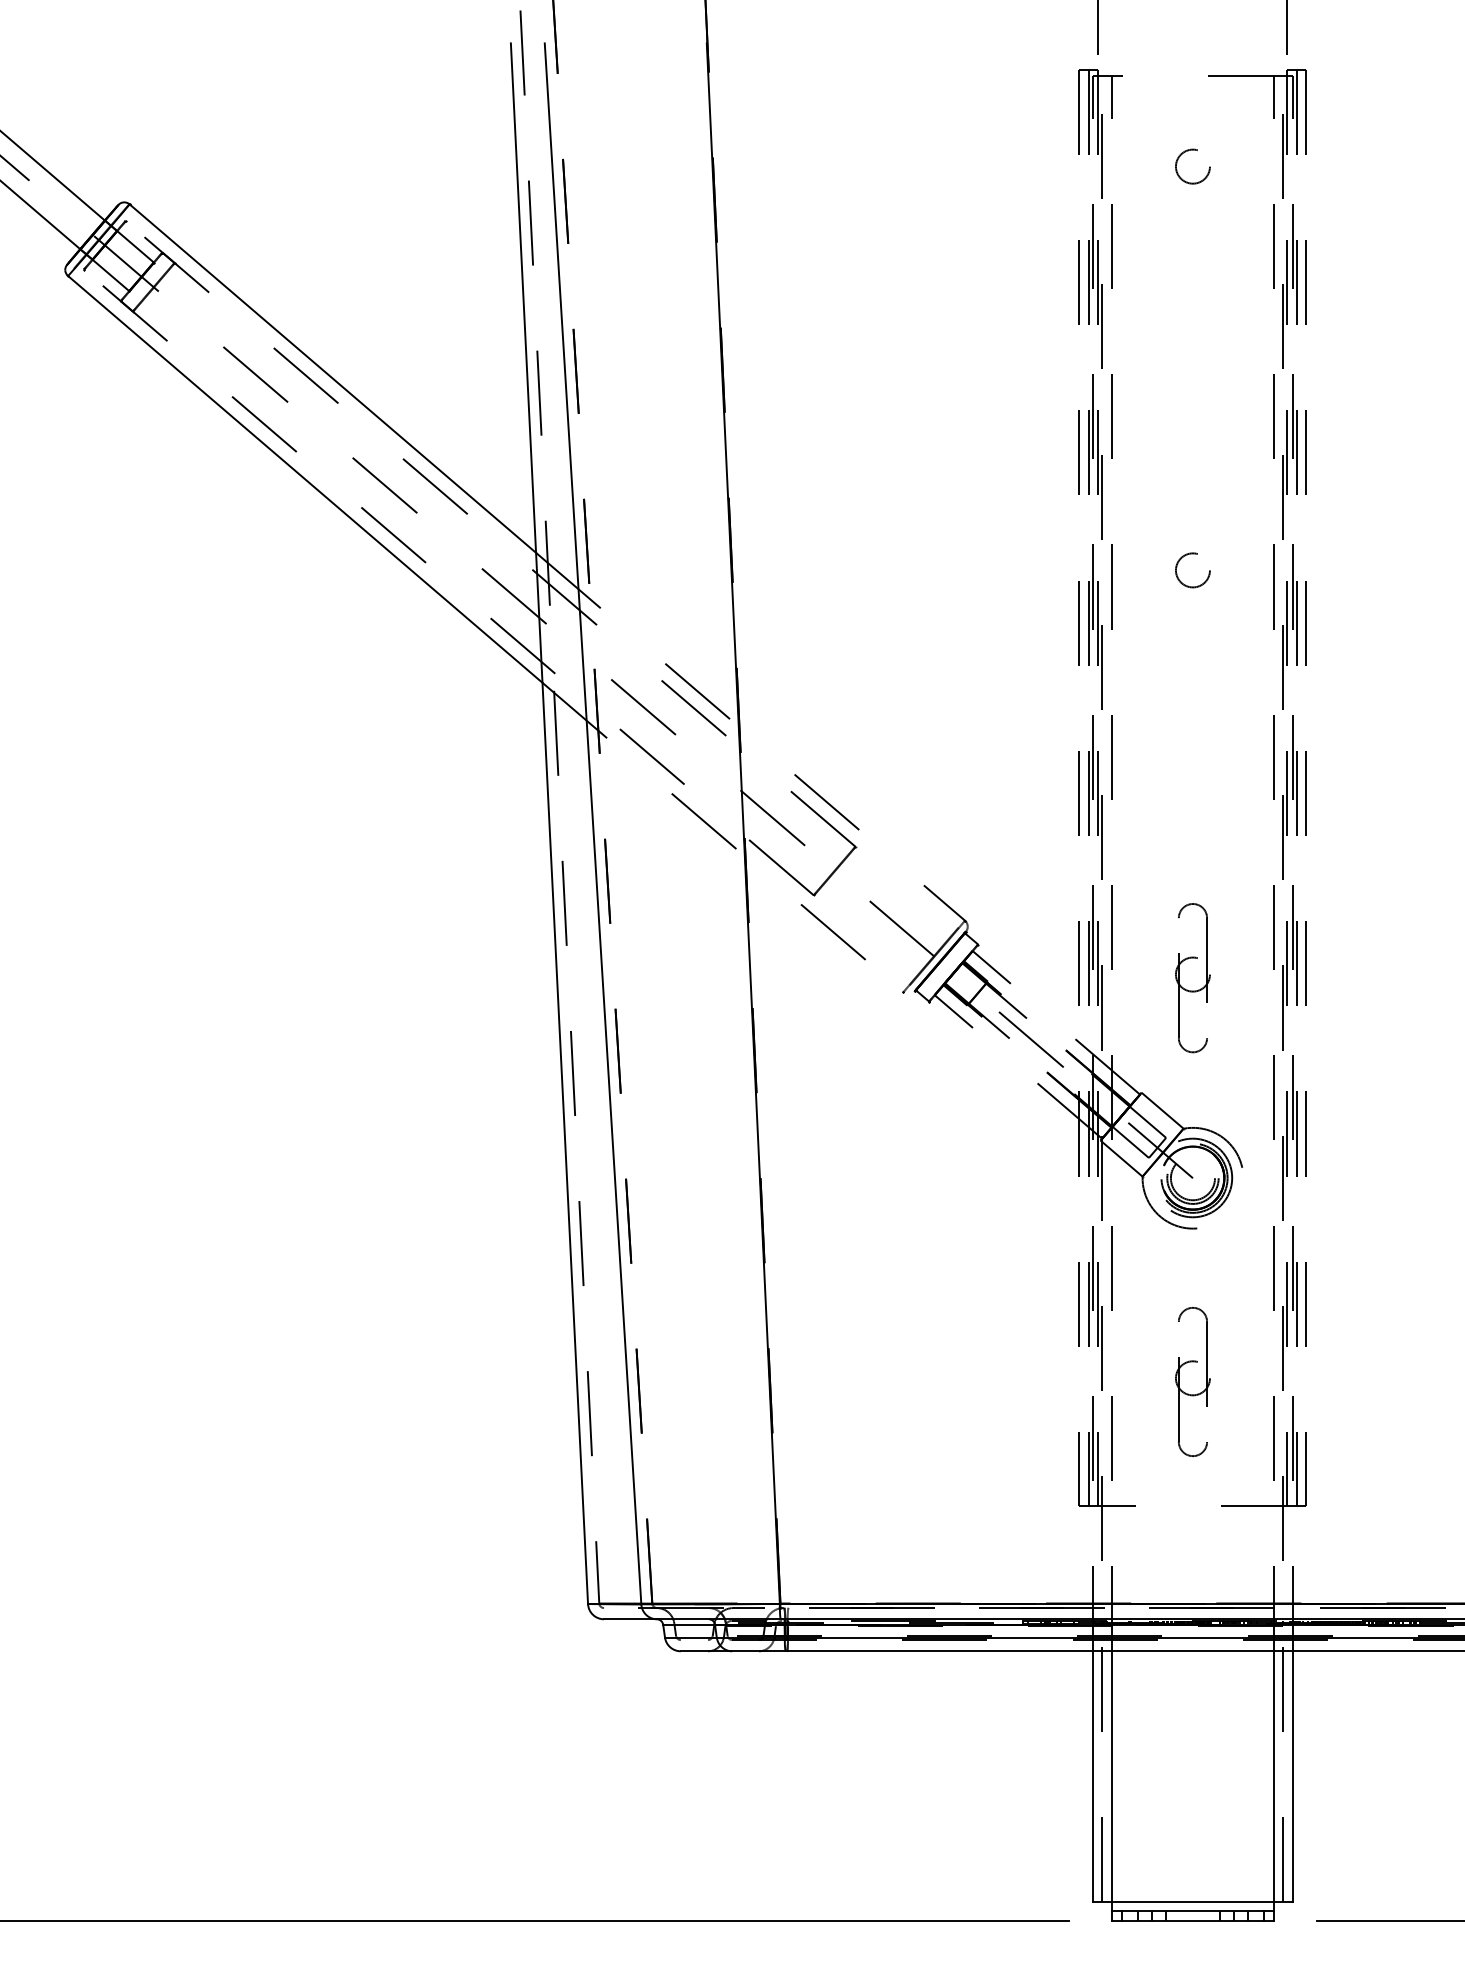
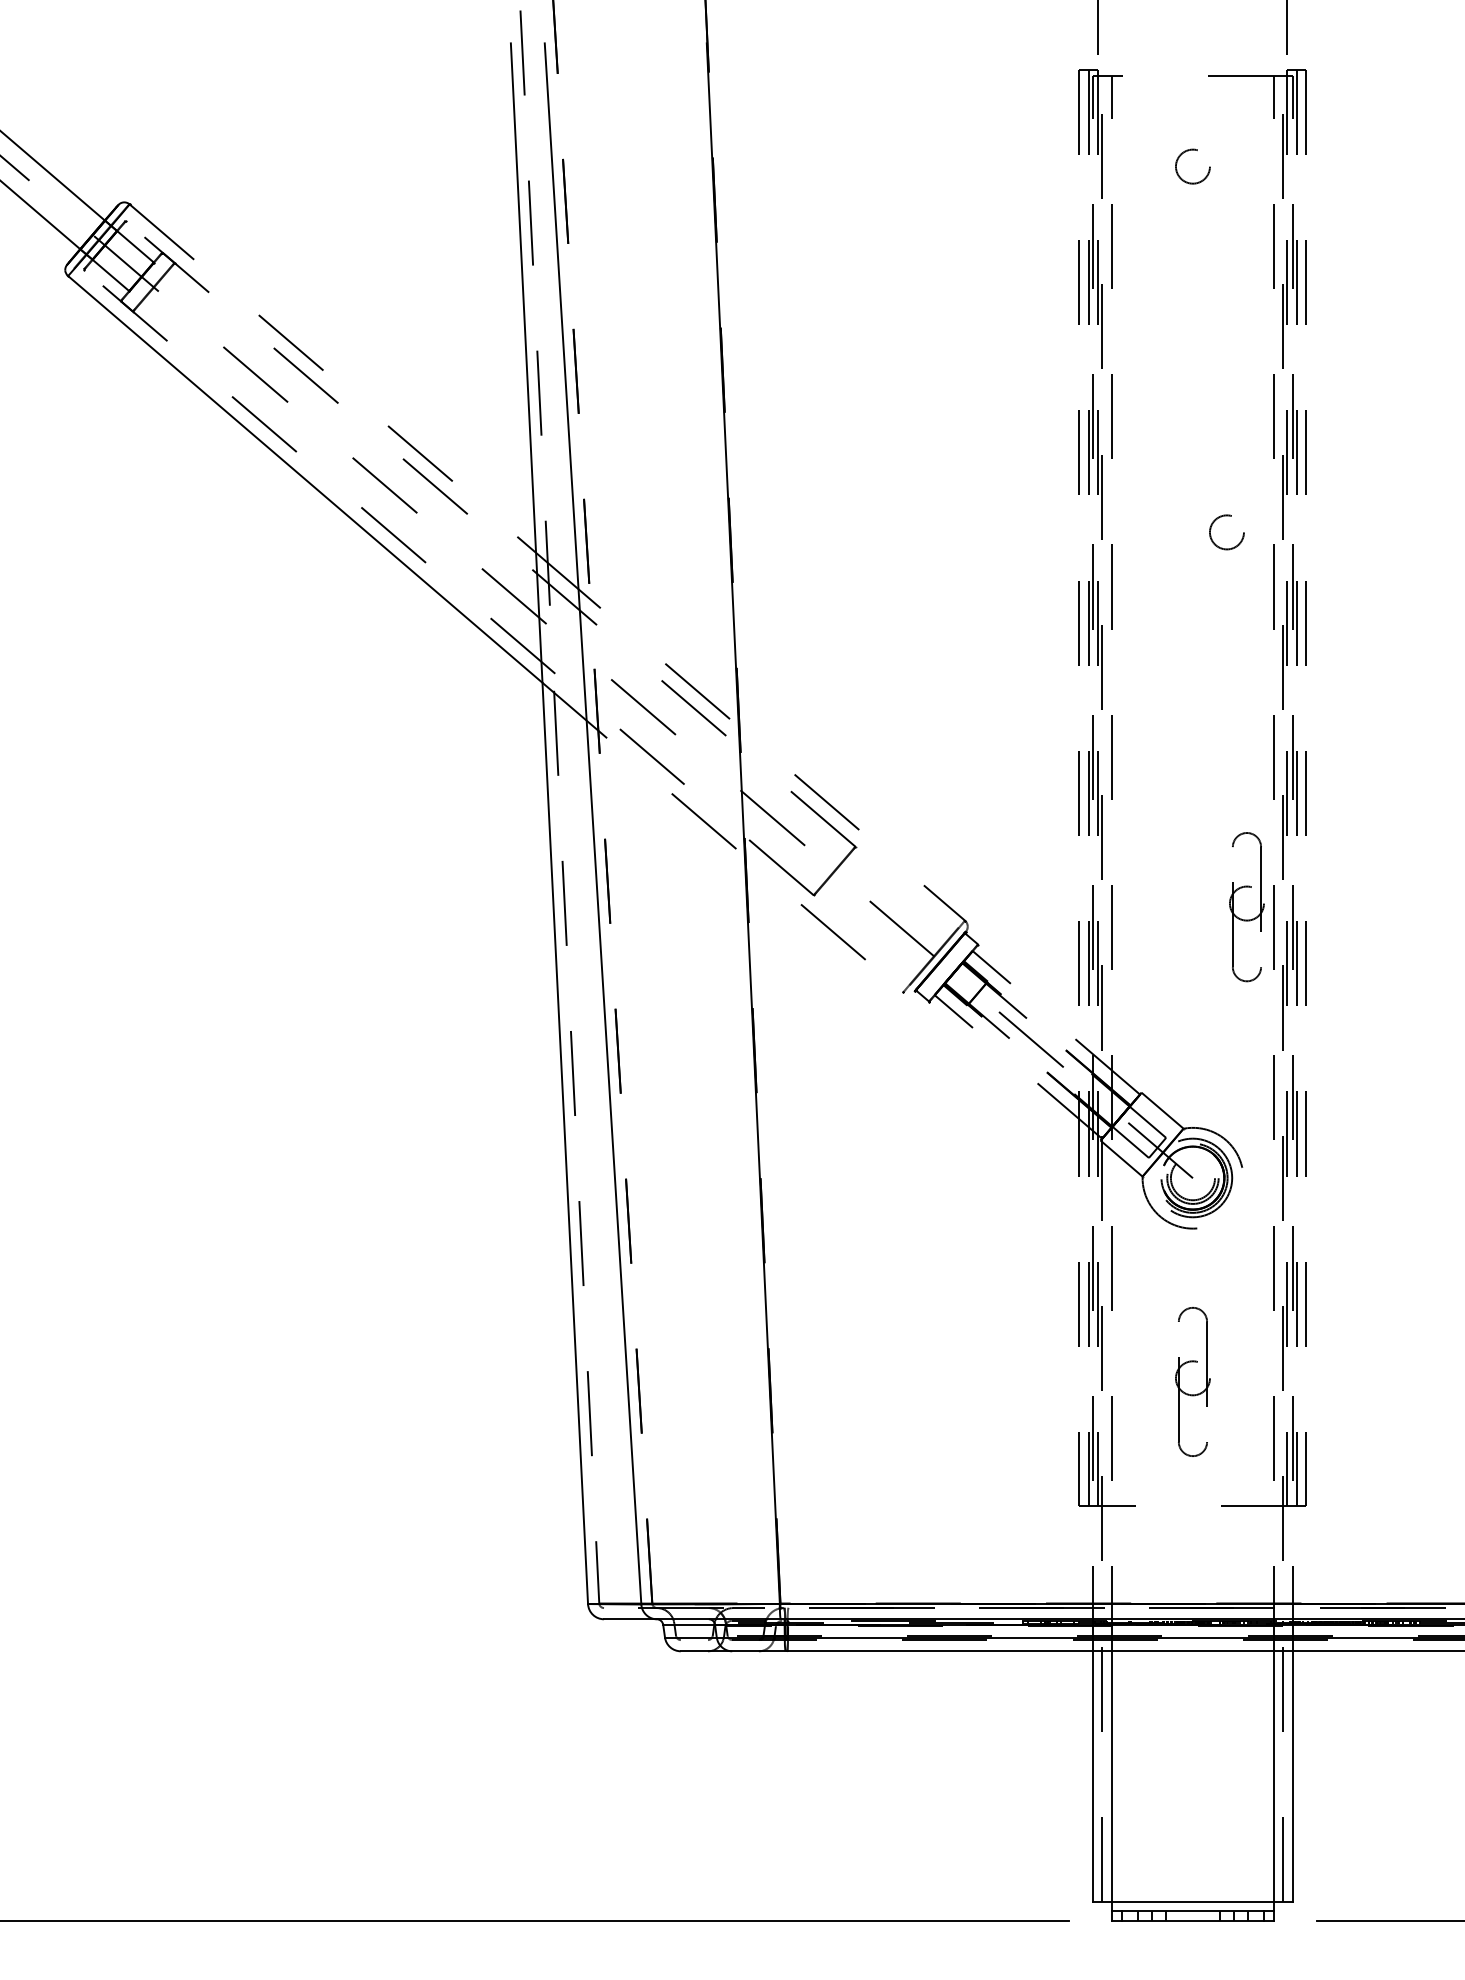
line at (332, 378): solid -> dashed
circle at (1192, 570) position: (1192, 570) -> (1226, 532)
part at (1192, 990) position: (1192, 990) -> (1246, 919)
